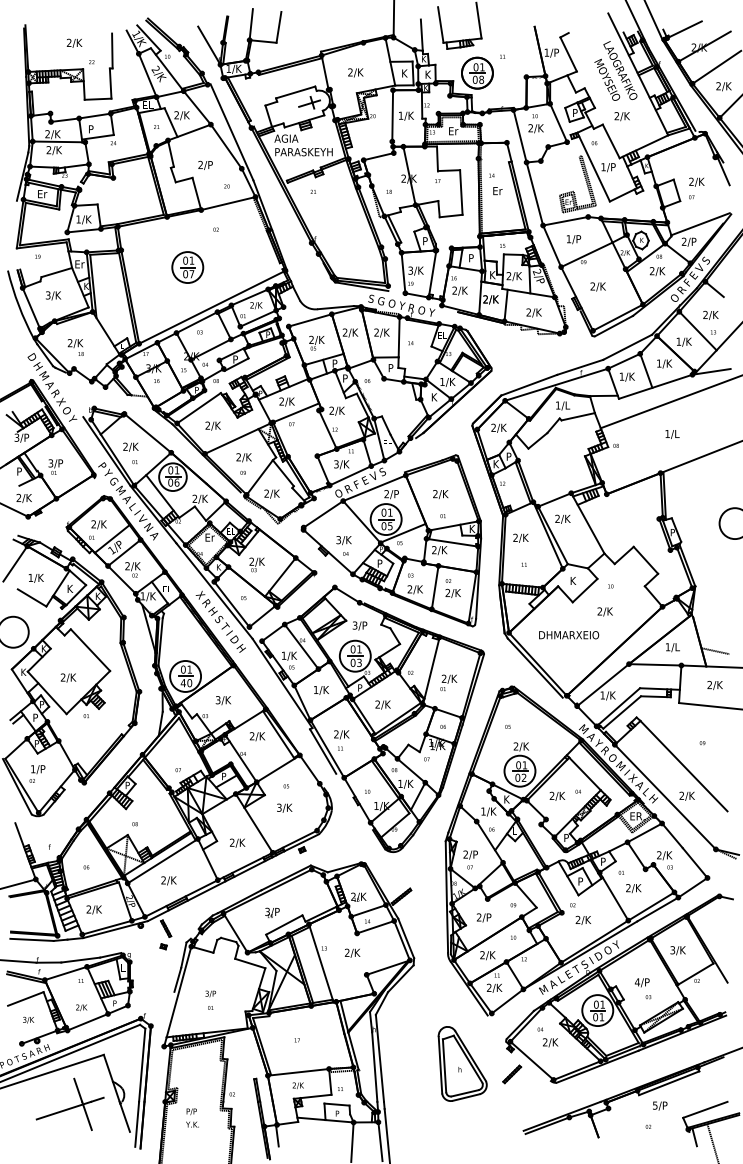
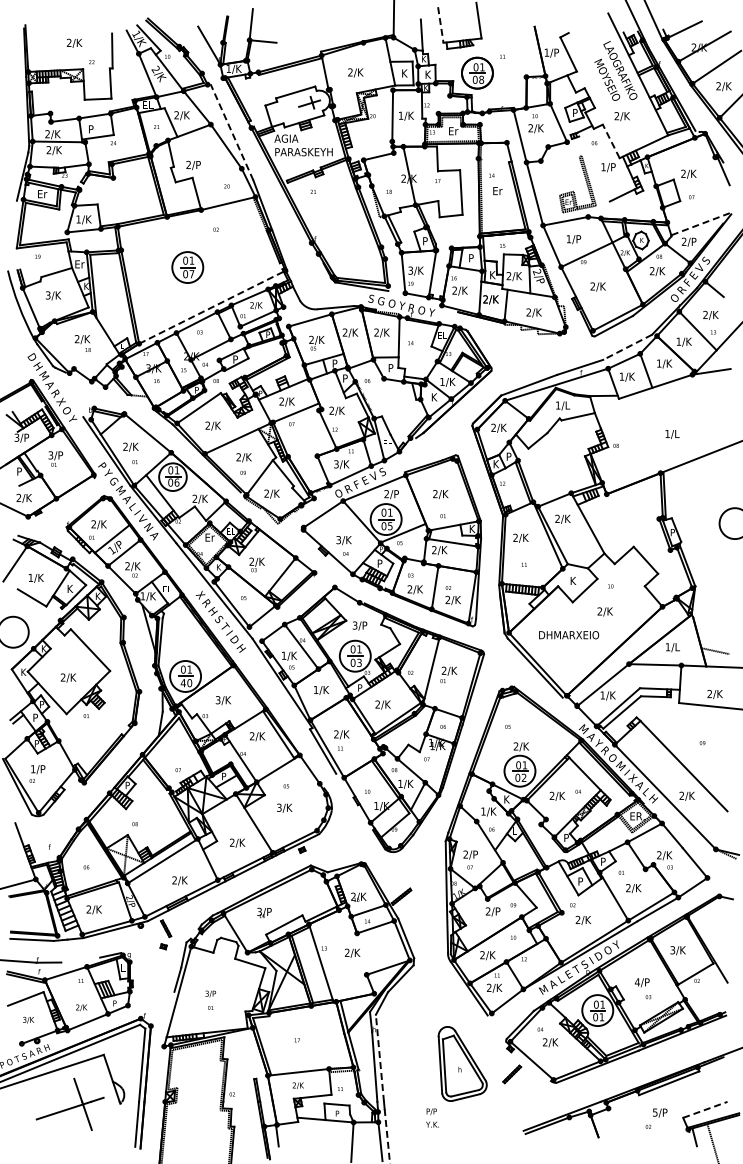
line at (440, 25): solid -> dashed
line at (278, 26): present -> none
line at (232, 132): solid -> dashed
line at (611, 141): solid -> dashed
text at (205, 164) position: (205, 164) -> (193, 164)
line at (593, 166): present -> none
text at (696, 181) position: (696, 181) -> (688, 173)
line at (700, 224): solid -> dashed
line at (212, 307): solid -> dashed
text at (75, 347) position: (75, 347) -> (82, 343)
line at (627, 347): solid -> dashed
line at (669, 402): present -> none
text at (55, 466) position: (55, 466) -> (55, 458)
text at (452, 588) position: (452, 588) -> (452, 595)
text at (448, 682) position: (448, 682) -> (448, 674)
text at (714, 685) position: (714, 685) -> (714, 694)
text at (168, 880) position: (168, 880) -> (179, 880)
text at (272, 912) position: (272, 912) -> (264, 912)
text at (483, 917) position: (483, 917) -> (492, 911)
line at (80, 959): present -> none
line at (379, 1058): solid -> dashed
text at (660, 1105) position: (660, 1105) -> (660, 1112)
line at (705, 1109): solid -> dashed
line at (124, 1117): present -> none
text at (192, 1117) position: (192, 1117) -> (432, 1117)
line at (387, 1136): solid -> dashed
